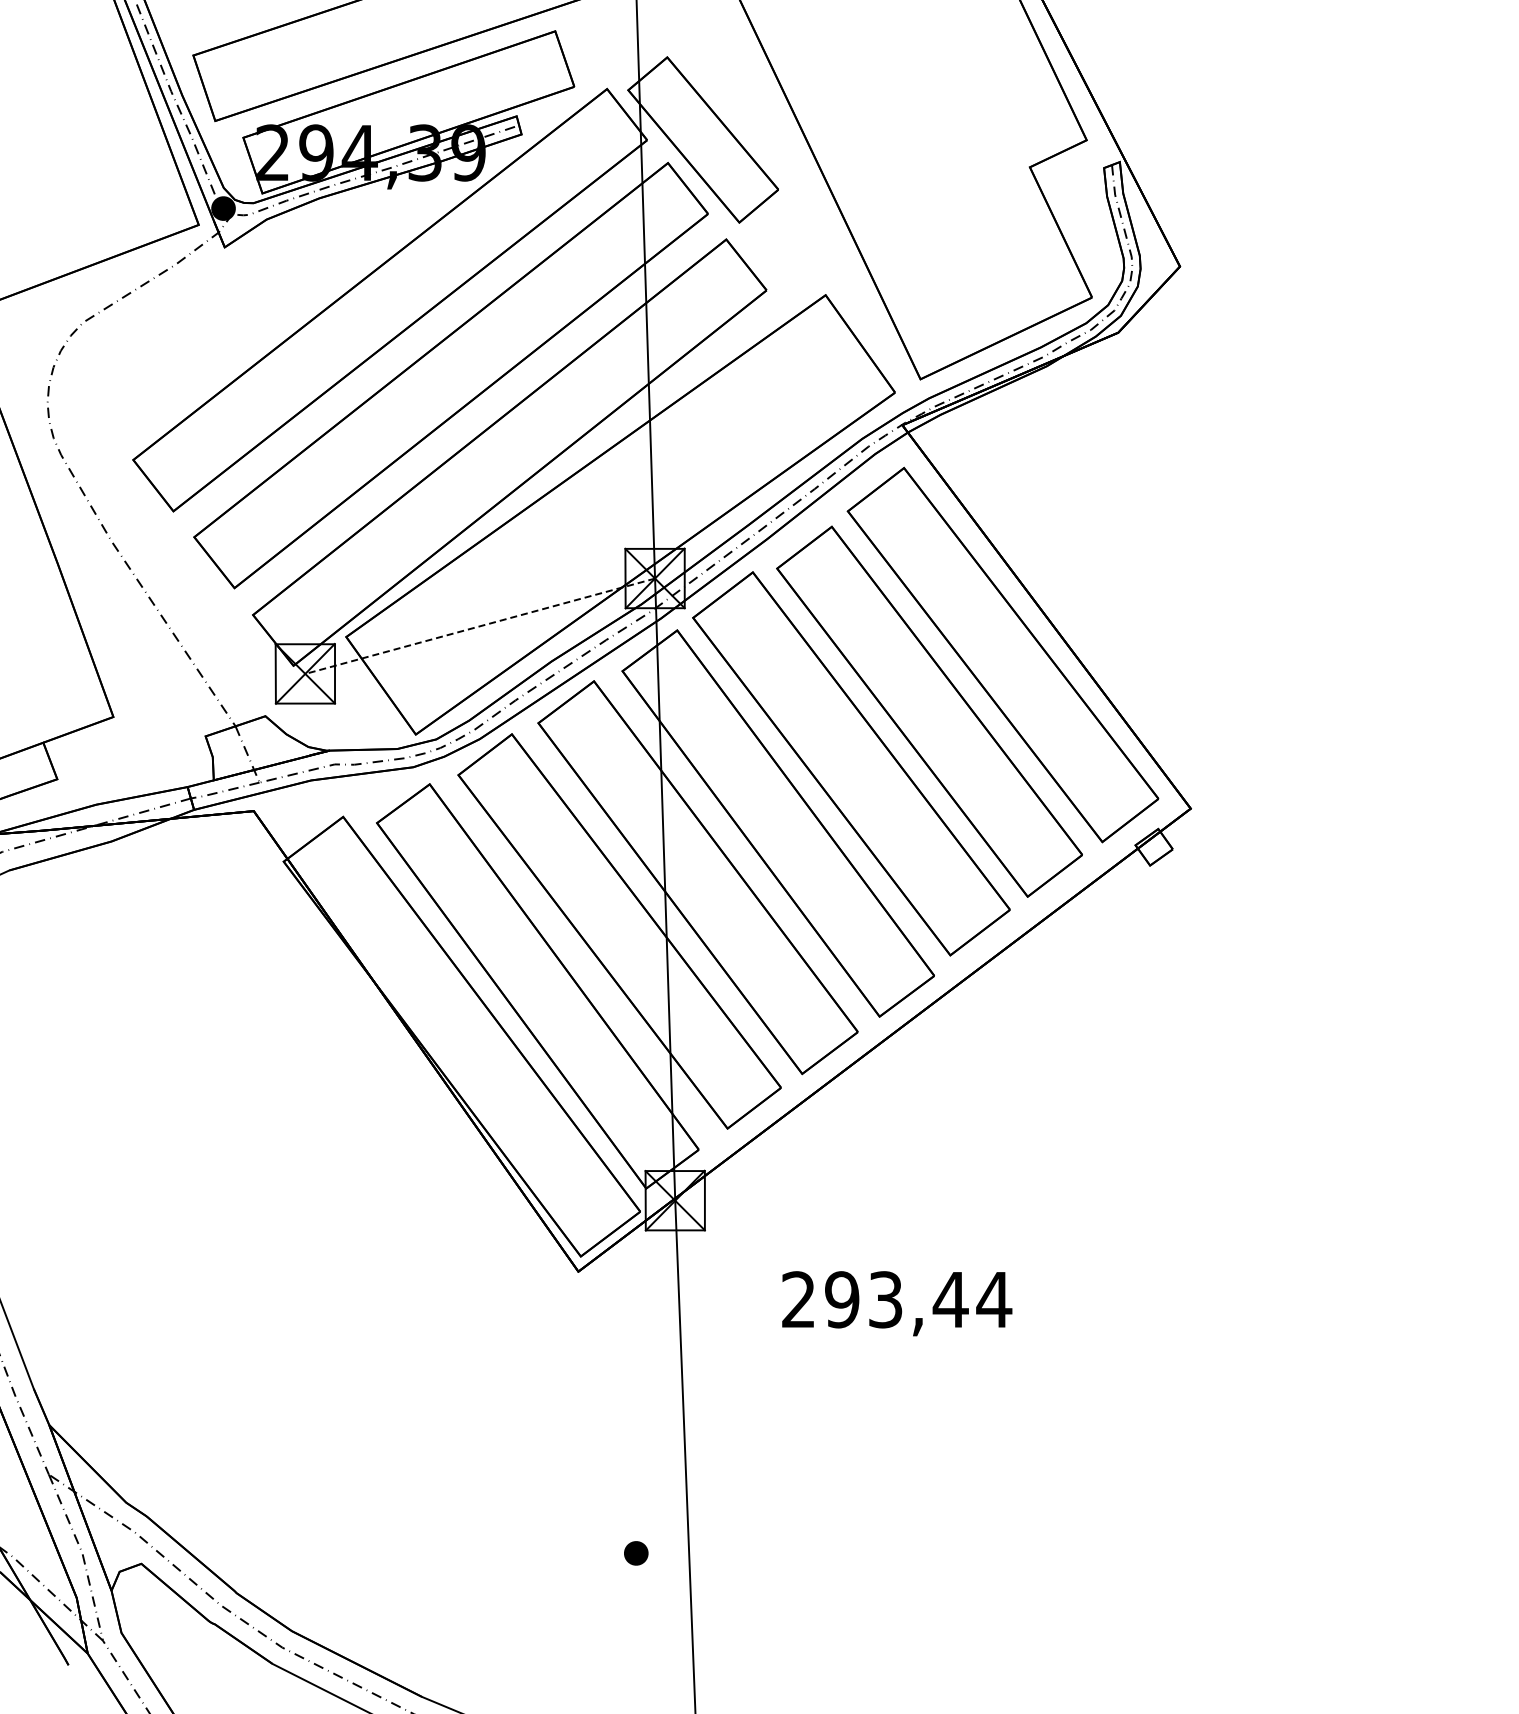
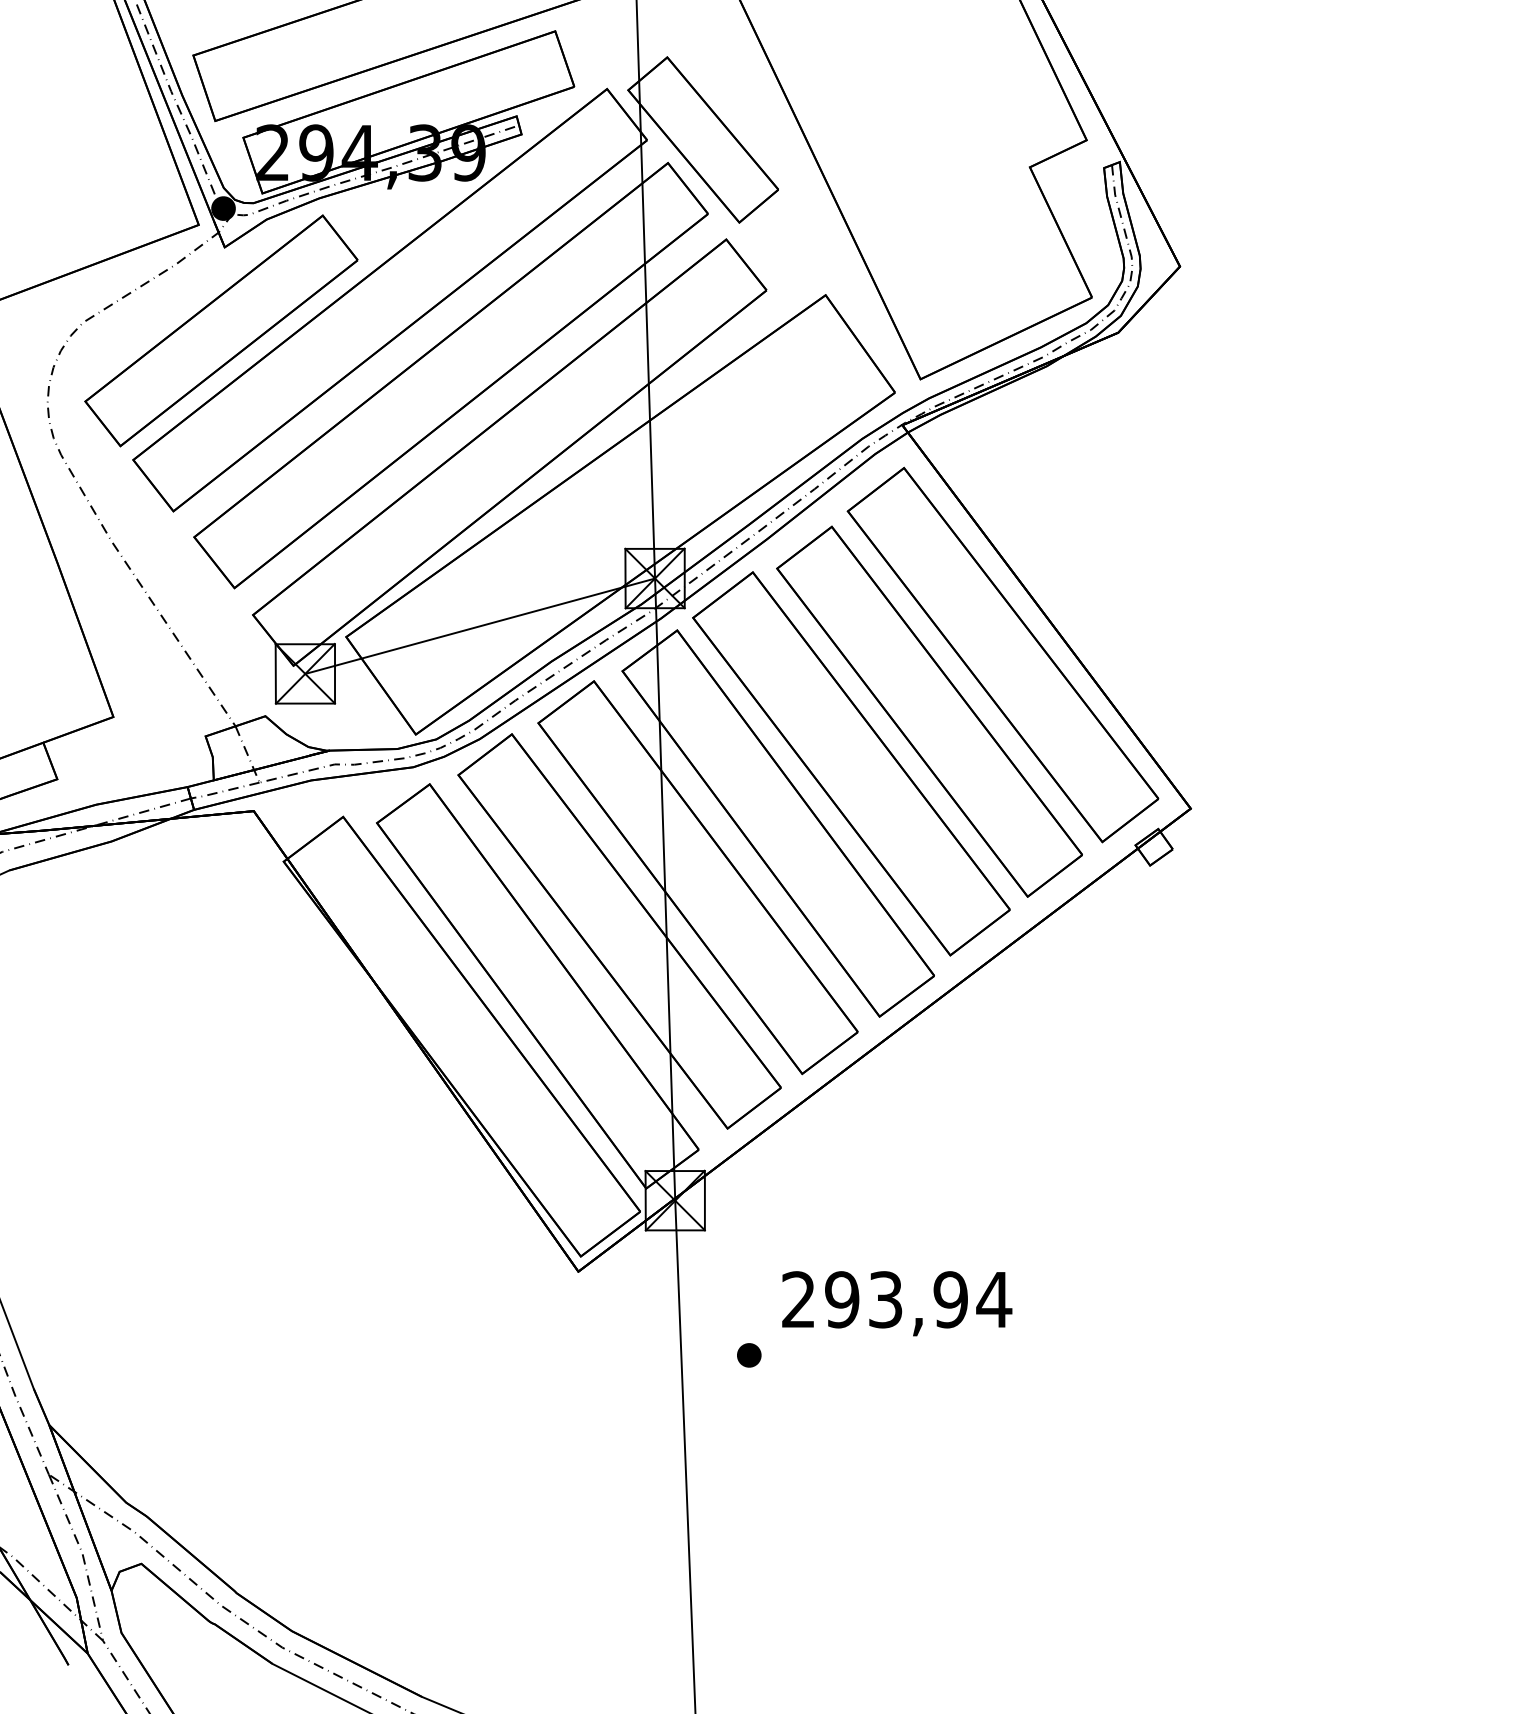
part at (221, 330): none -> present
line at (479, 626): dashed -> solid
text at (950, 1299): 293,44 -> 293,94
part at (636, 1553) position: (636, 1553) -> (749, 1355)
